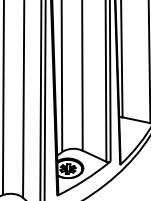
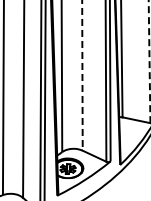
line at (149, 61): solid -> dashed
line at (82, 75): solid -> dashed
